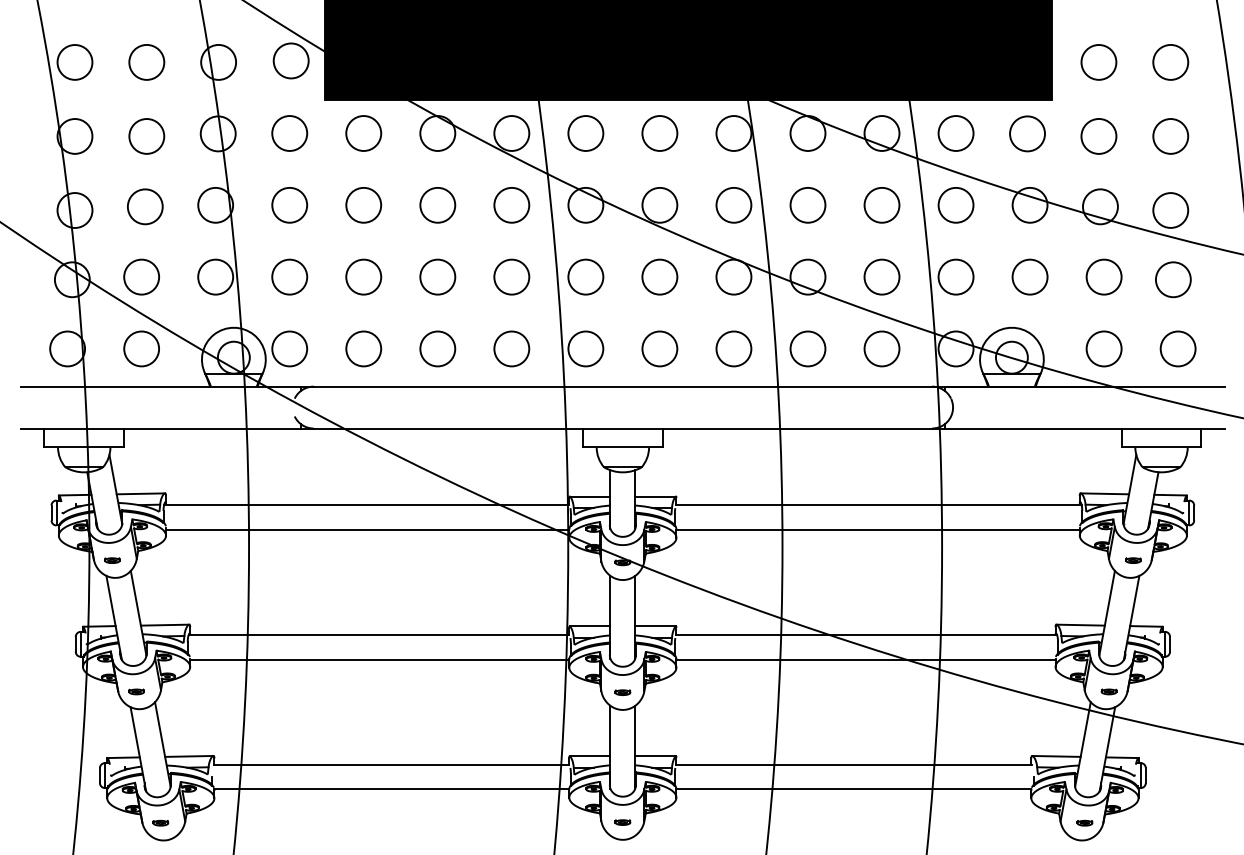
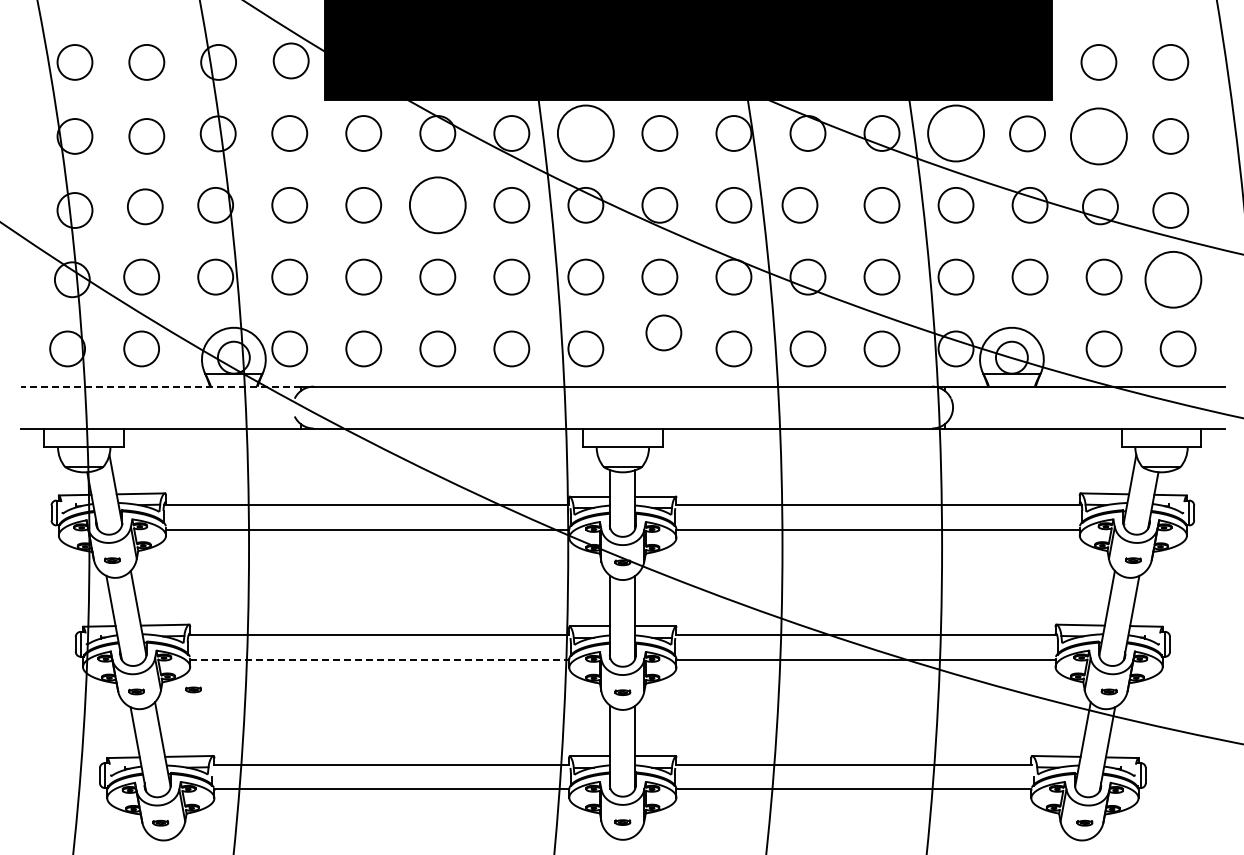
circle at (585, 133) diameter: 35 px -> 56 px
circle at (955, 133) diameter: 35 px -> 56 px
circle at (1098, 135) diameter: 35 px -> 56 px
circle at (437, 204) diameter: 35 px -> 56 px
circle at (807, 205) position: (807, 205) -> (799, 205)
circle at (1172, 279) diameter: 35 px -> 56 px
circle at (659, 348) position: (659, 348) -> (663, 332)
line at (160, 386): solid -> dashed
line at (379, 659): solid -> dashed
part at (193, 689): none -> present
